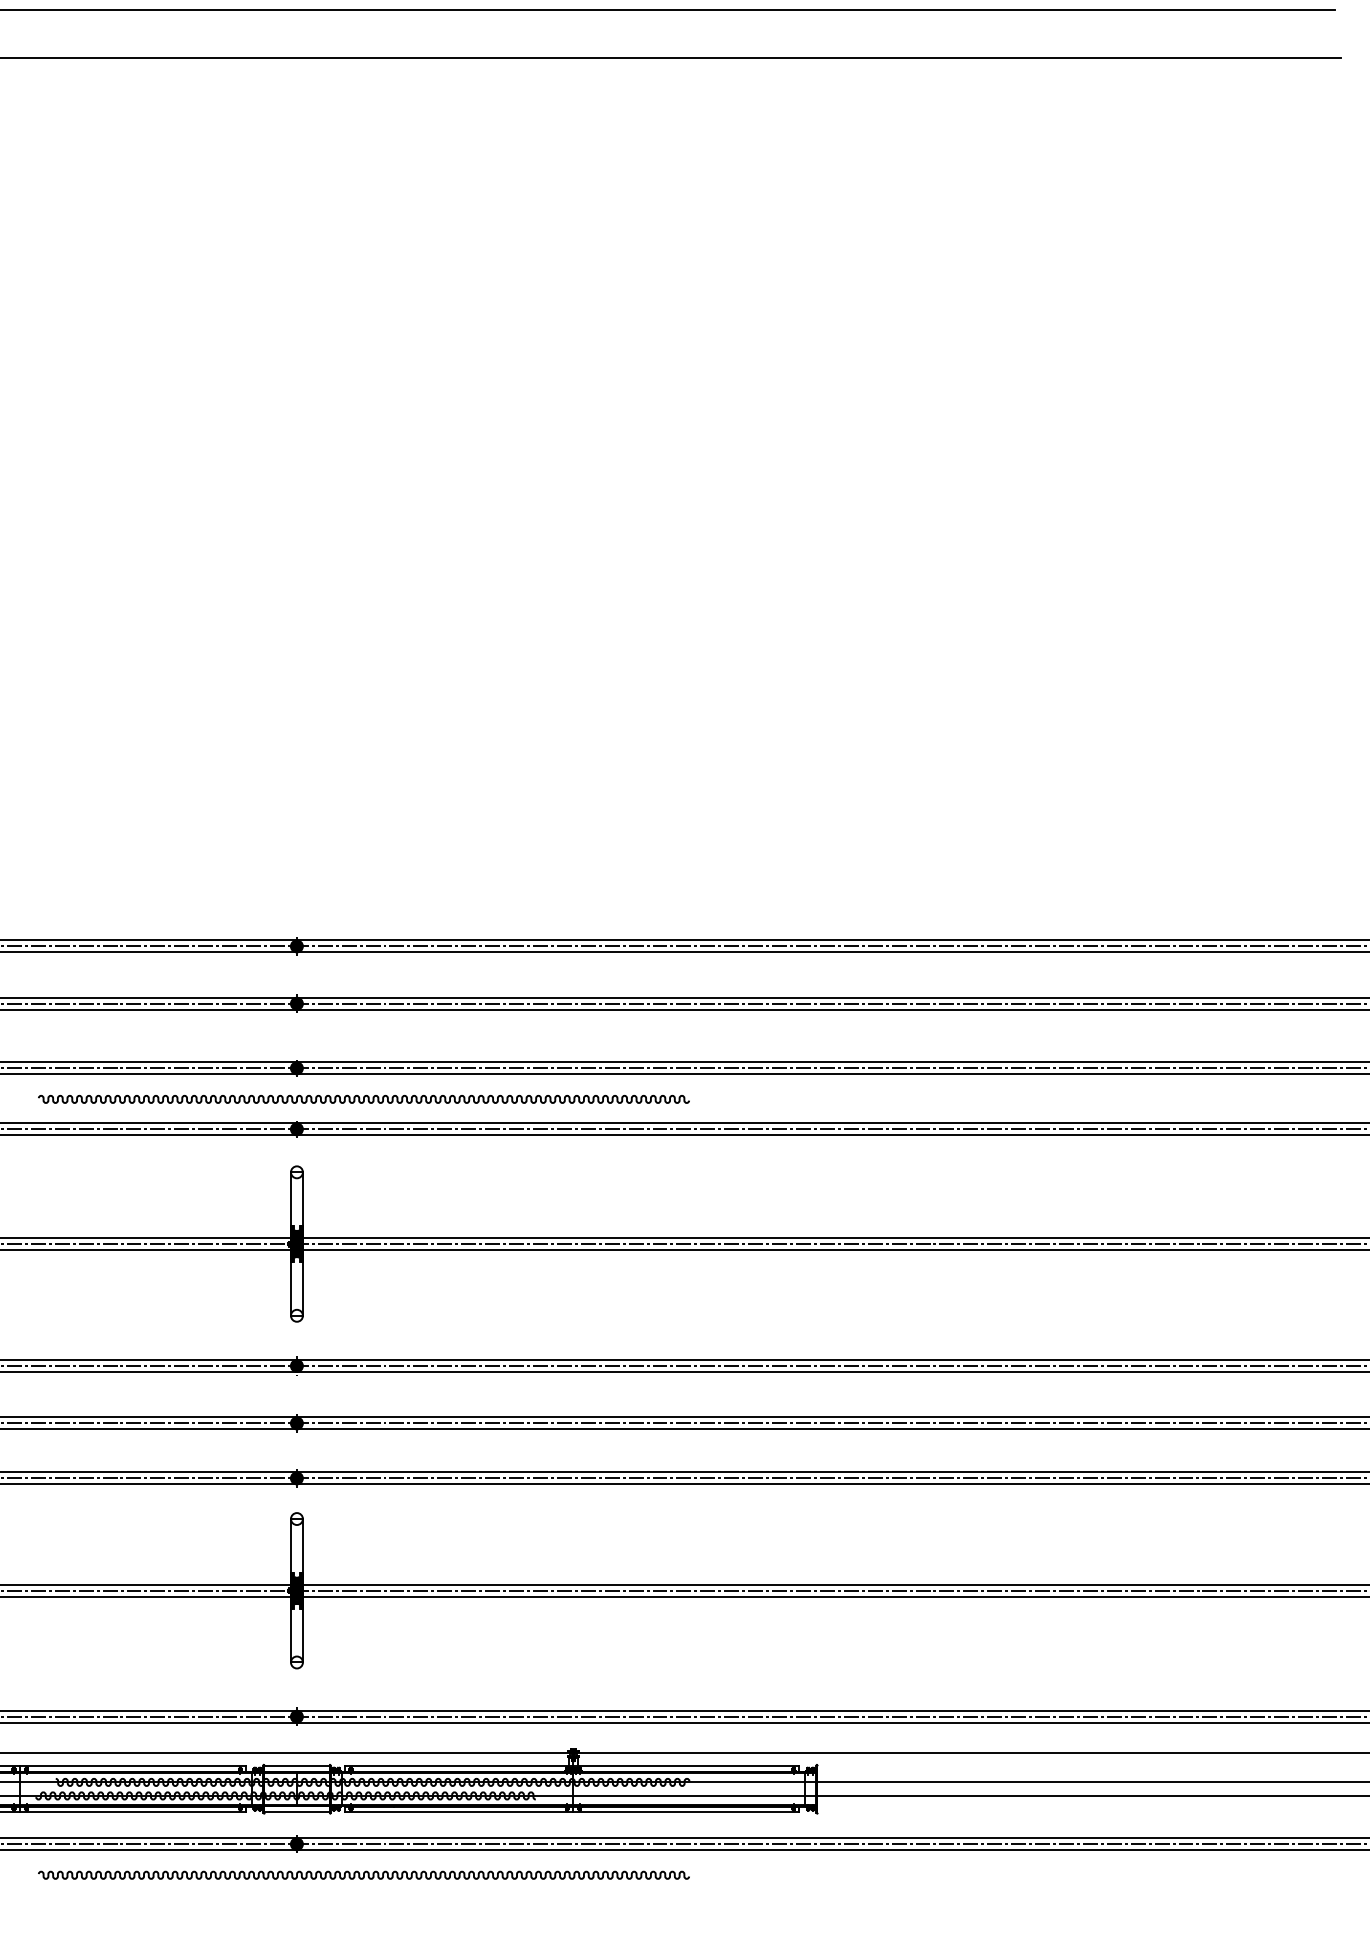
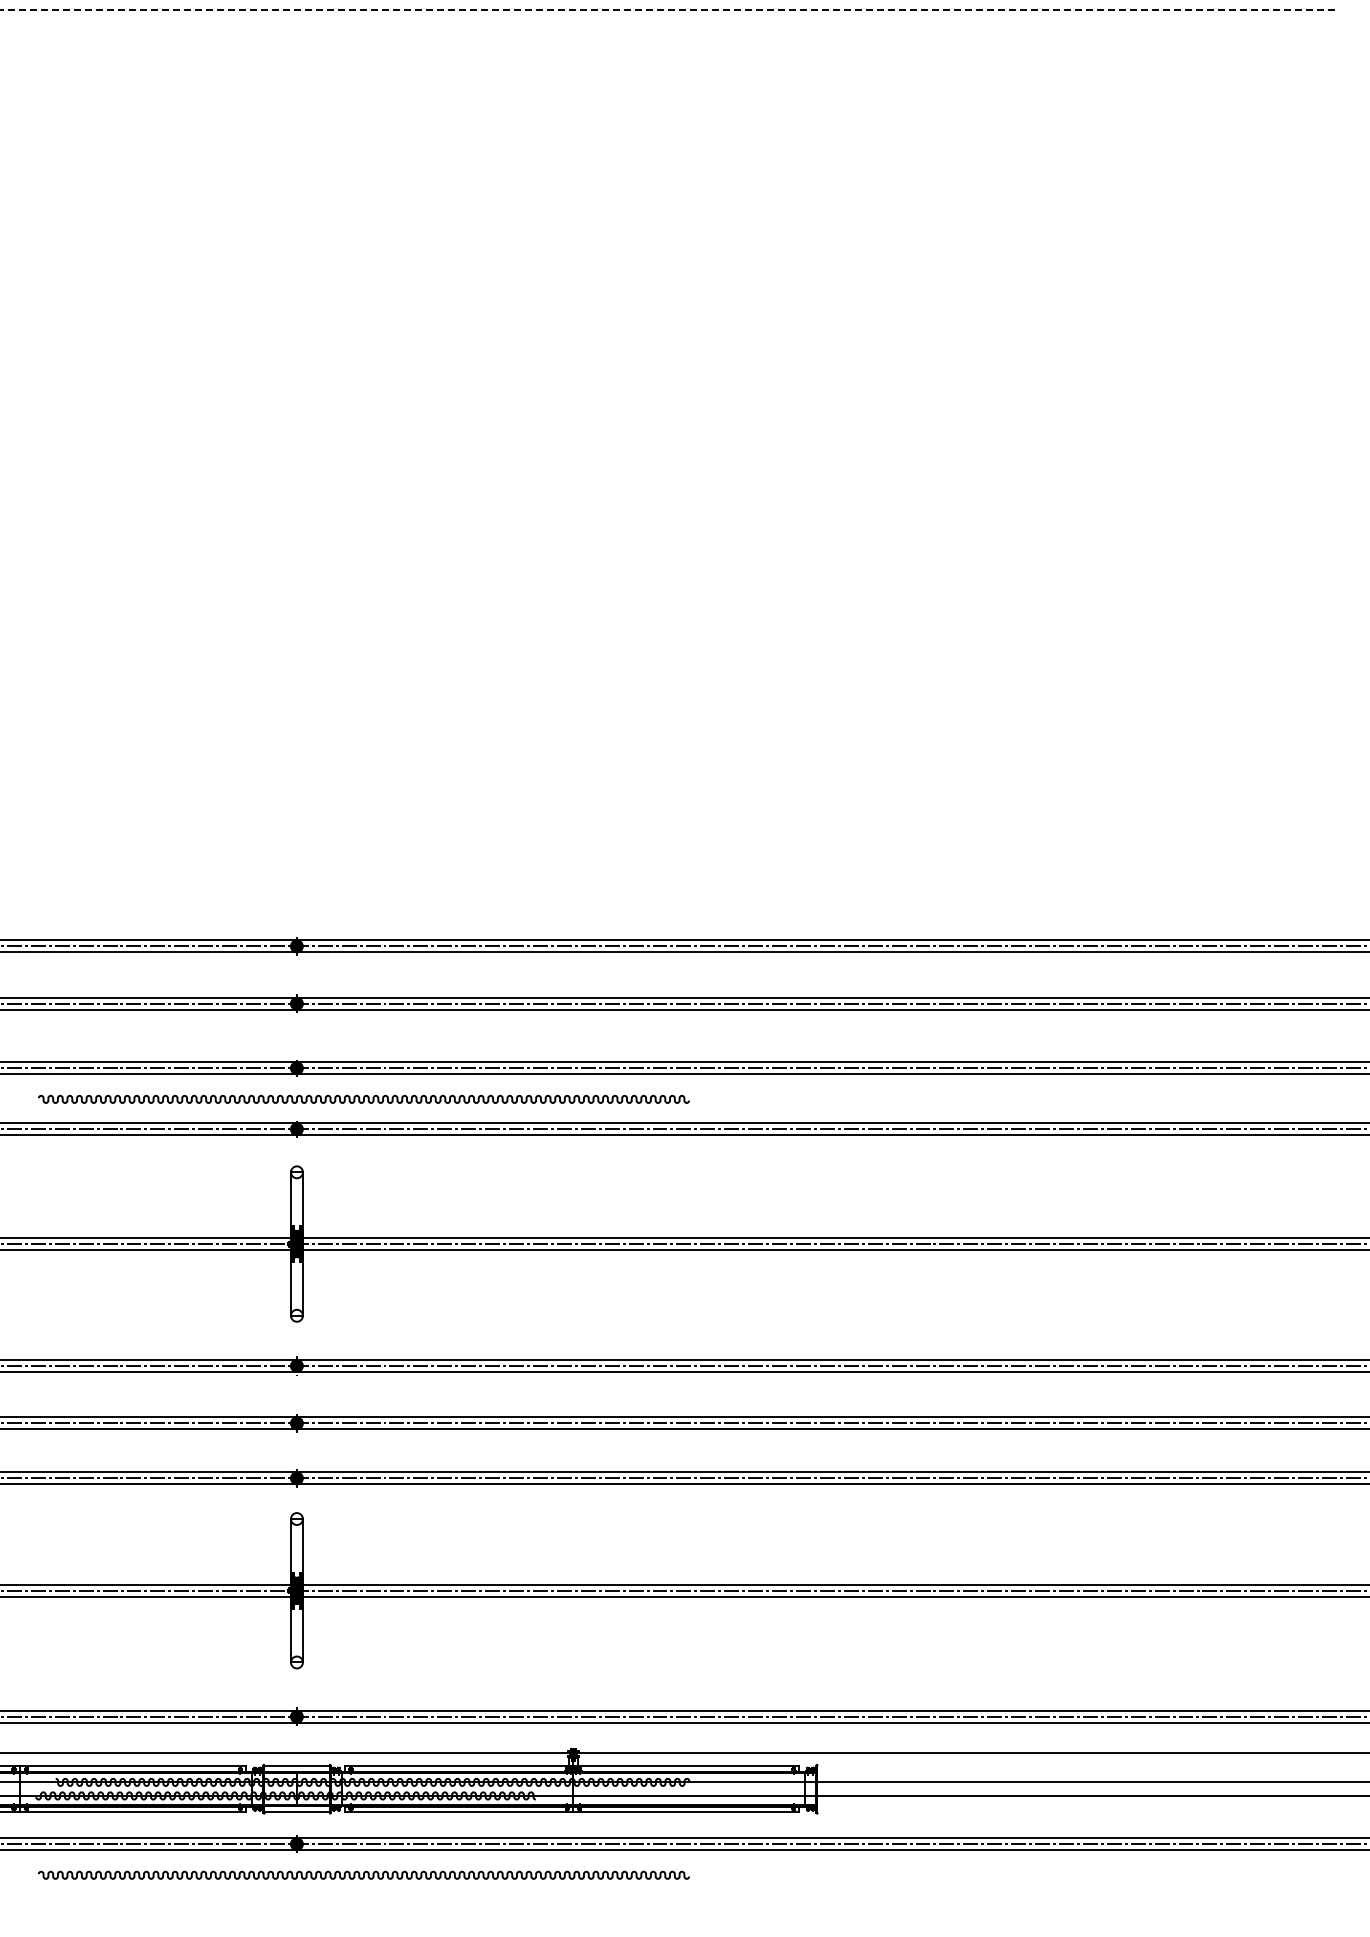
line at (667, 10): solid -> dashed
line at (671, 58): present -> none
